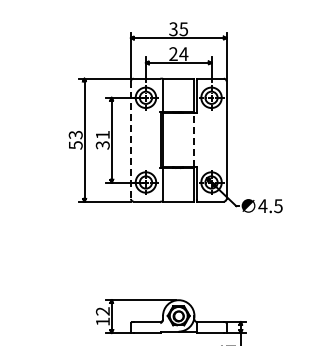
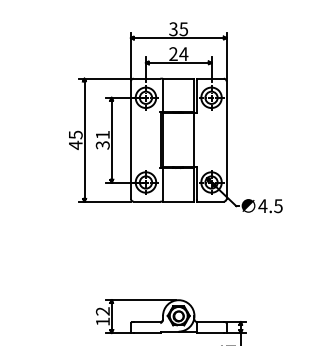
line at (194, 139): dashed -> solid
text at (75, 140): 53 -> 45
line at (130, 140): dashed -> solid
